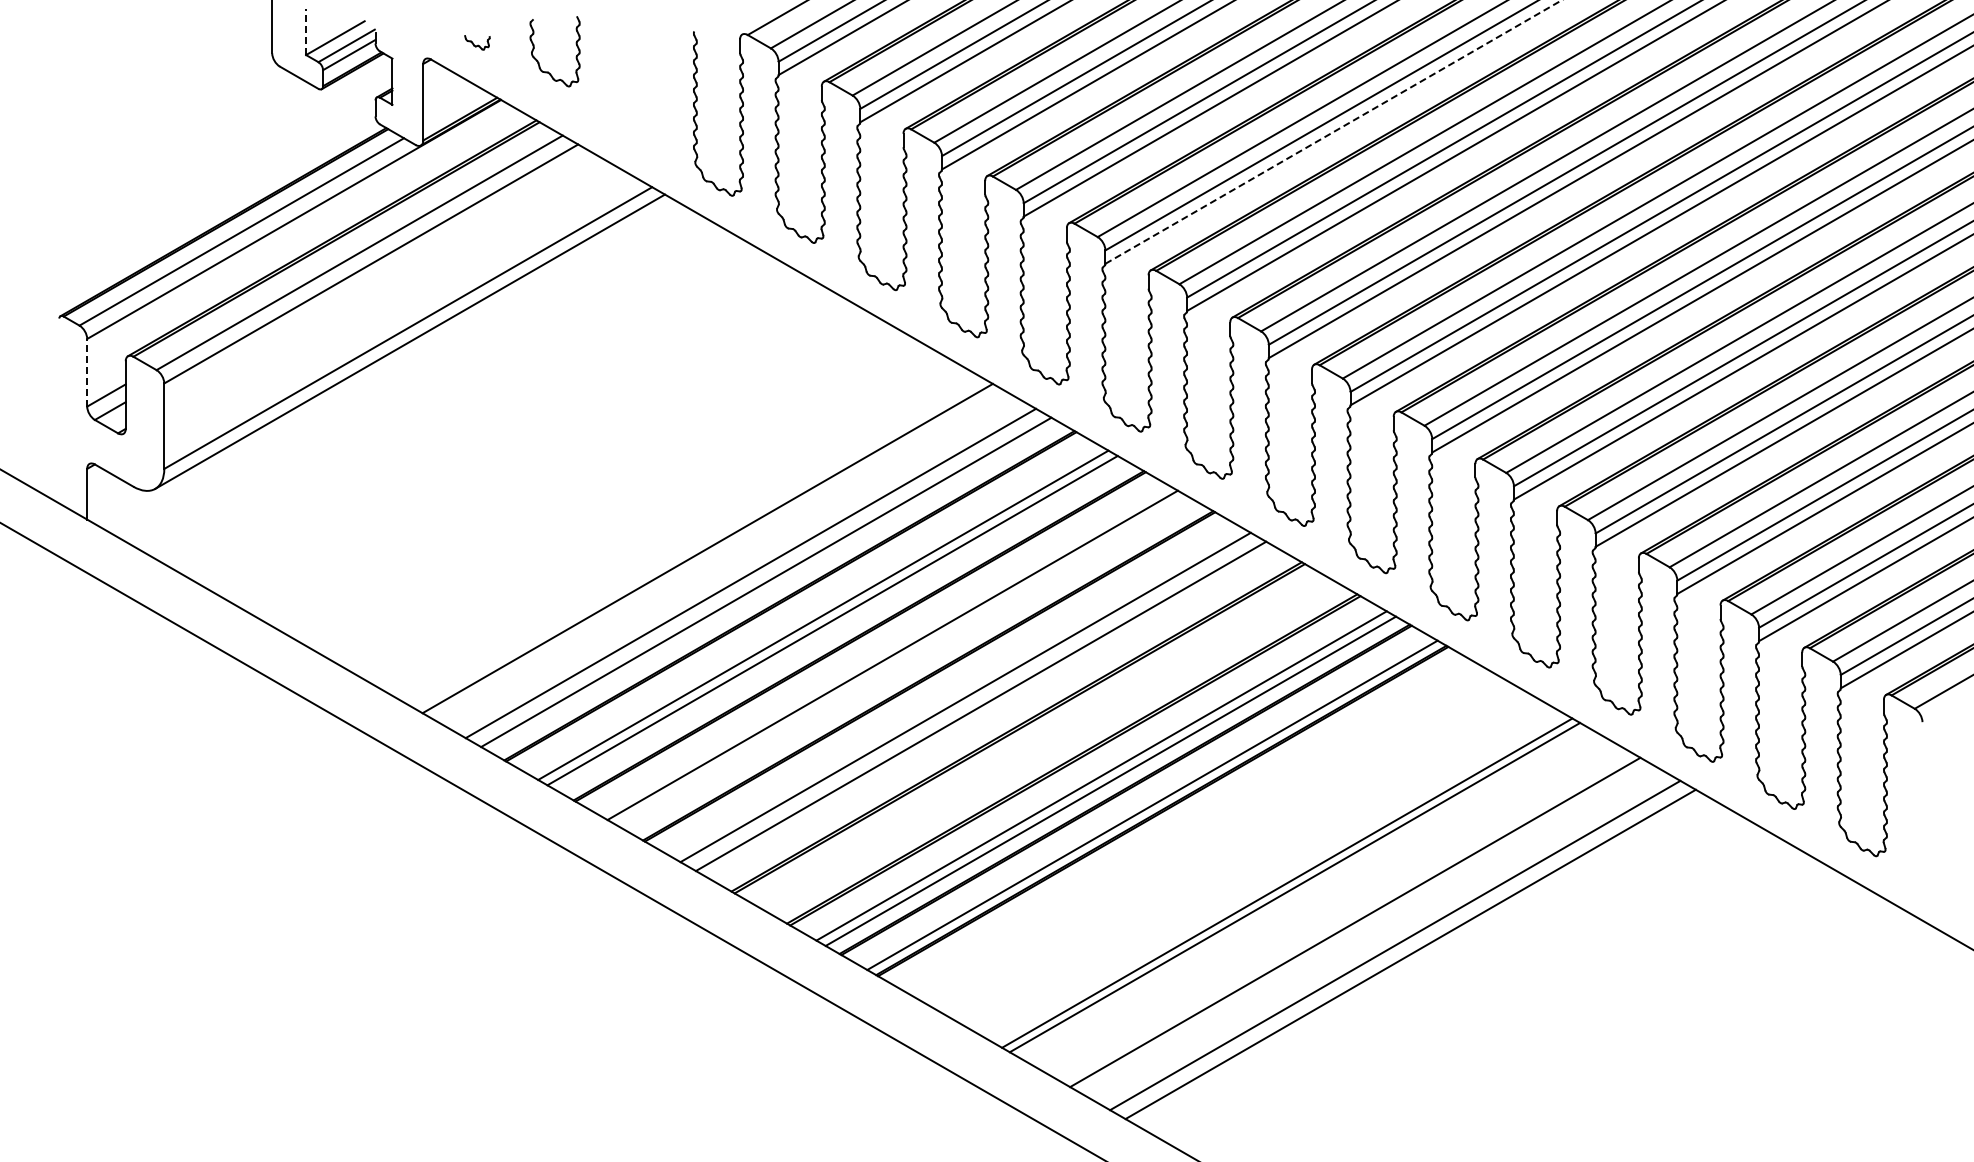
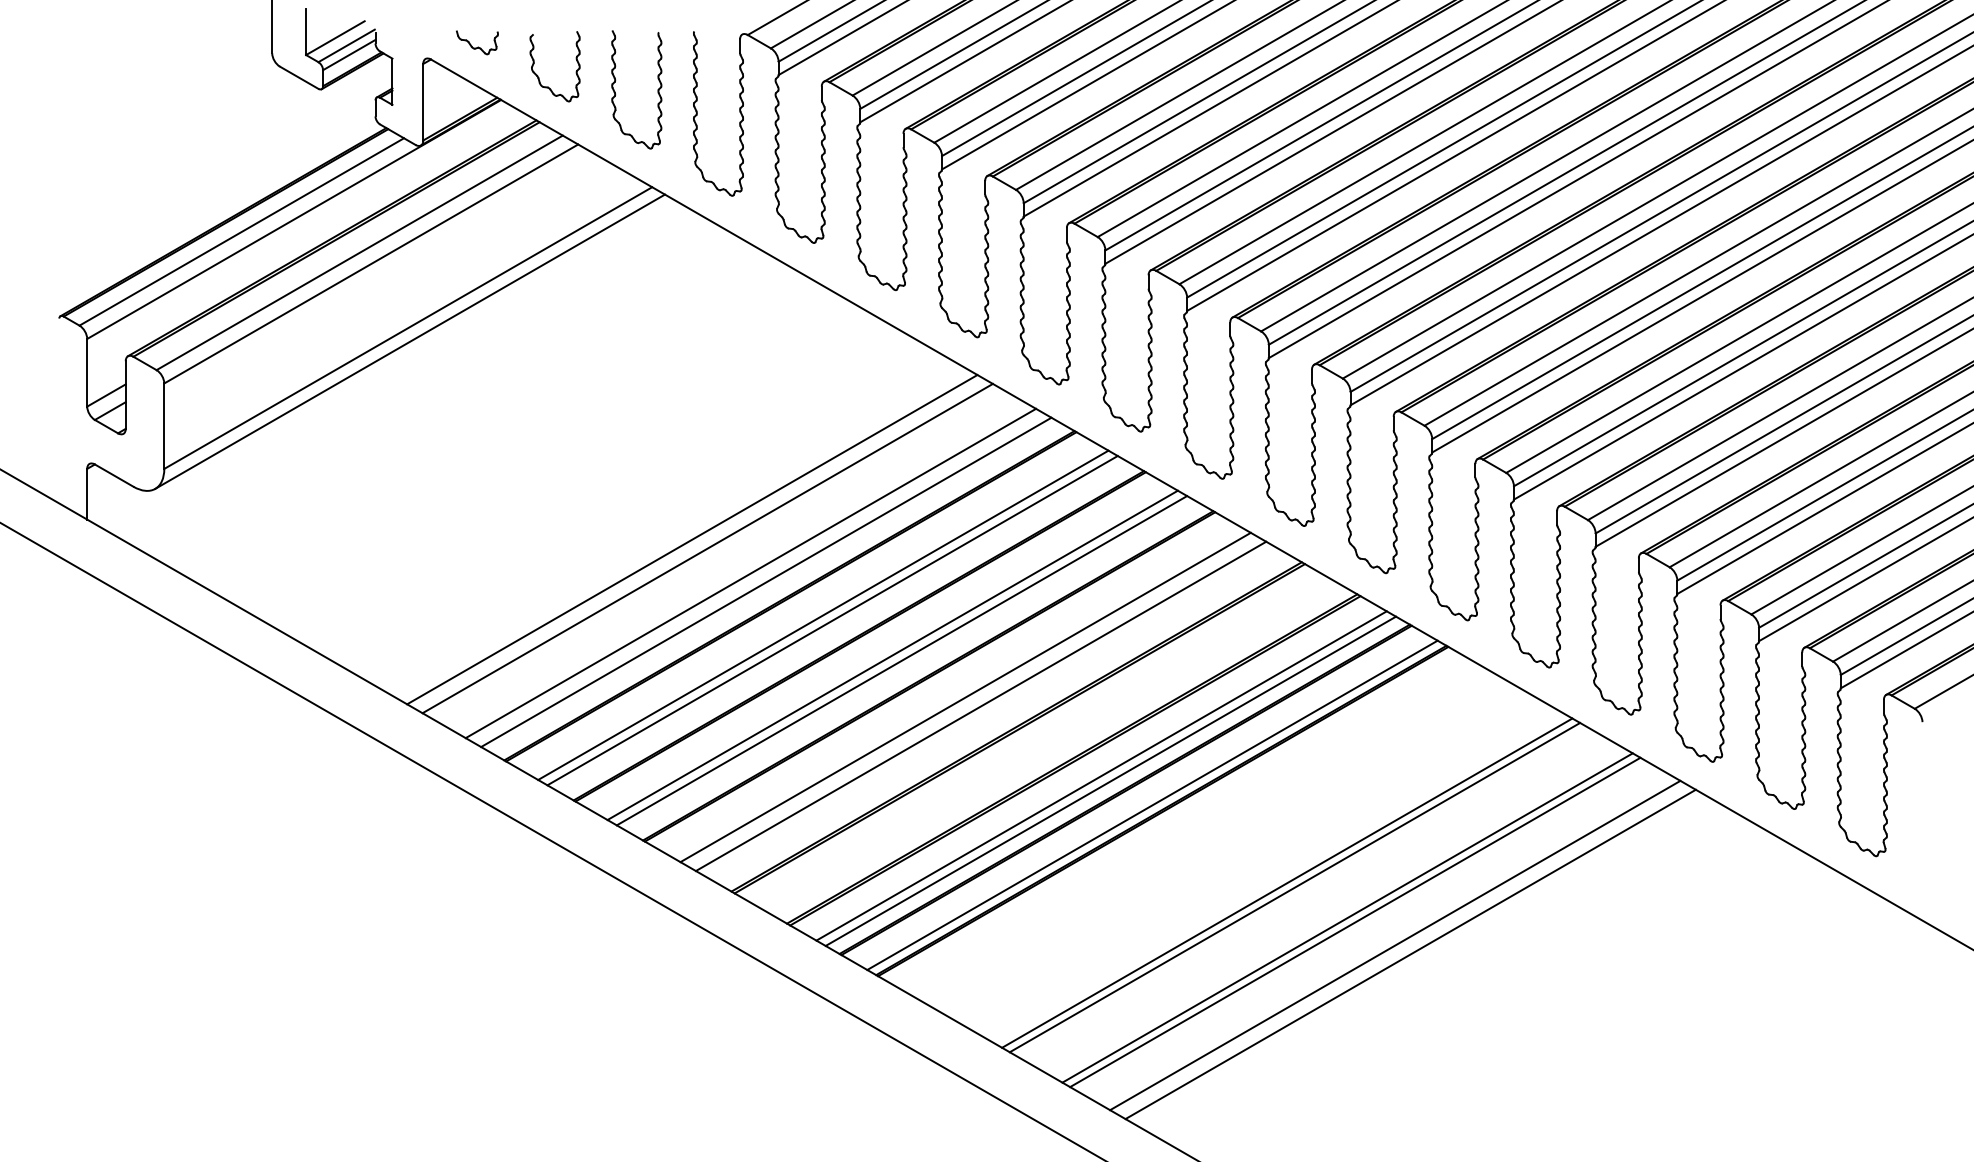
line at (306, 31): dashed -> solid
part at (477, 42) size: 27x16 px -> 43x26 px
part at (538, 60) position: (538, 60) -> (538, 75)
part at (616, 94): none -> present
line at (1334, 131): dashed -> solid
line at (87, 372): dashed -> solid
line at (692, 539): none -> present
line at (901, 660): none -> present
line at (1347, 917): none -> present
